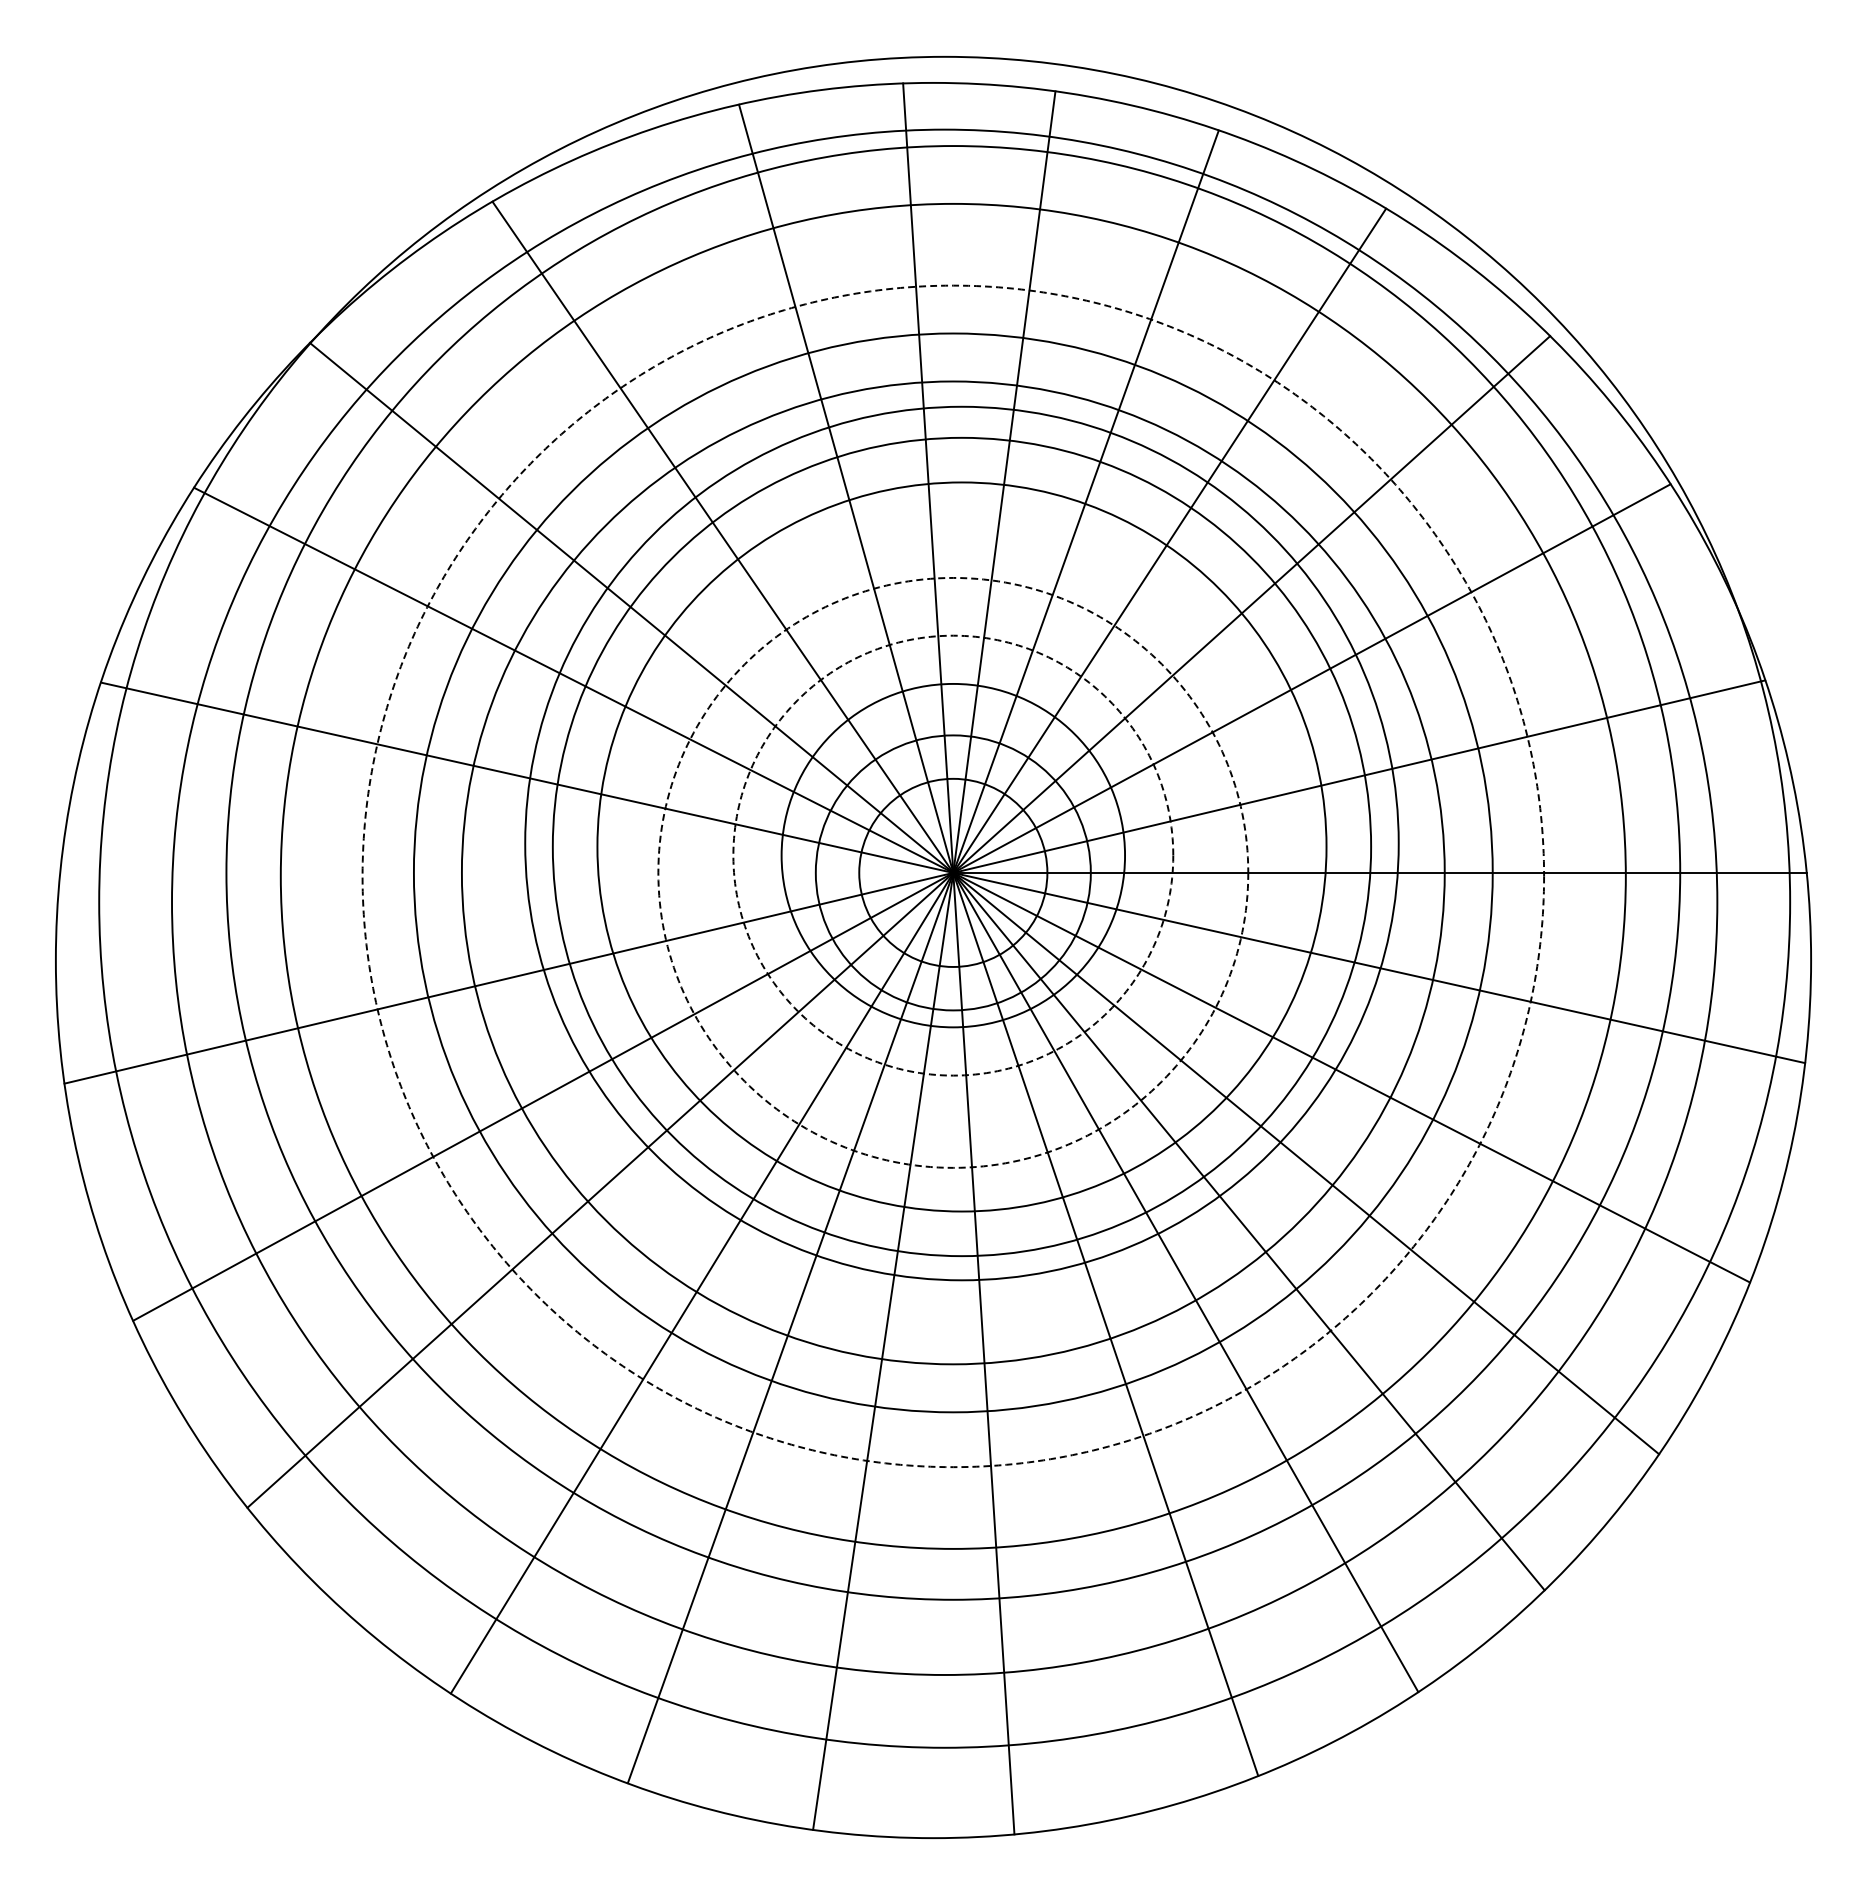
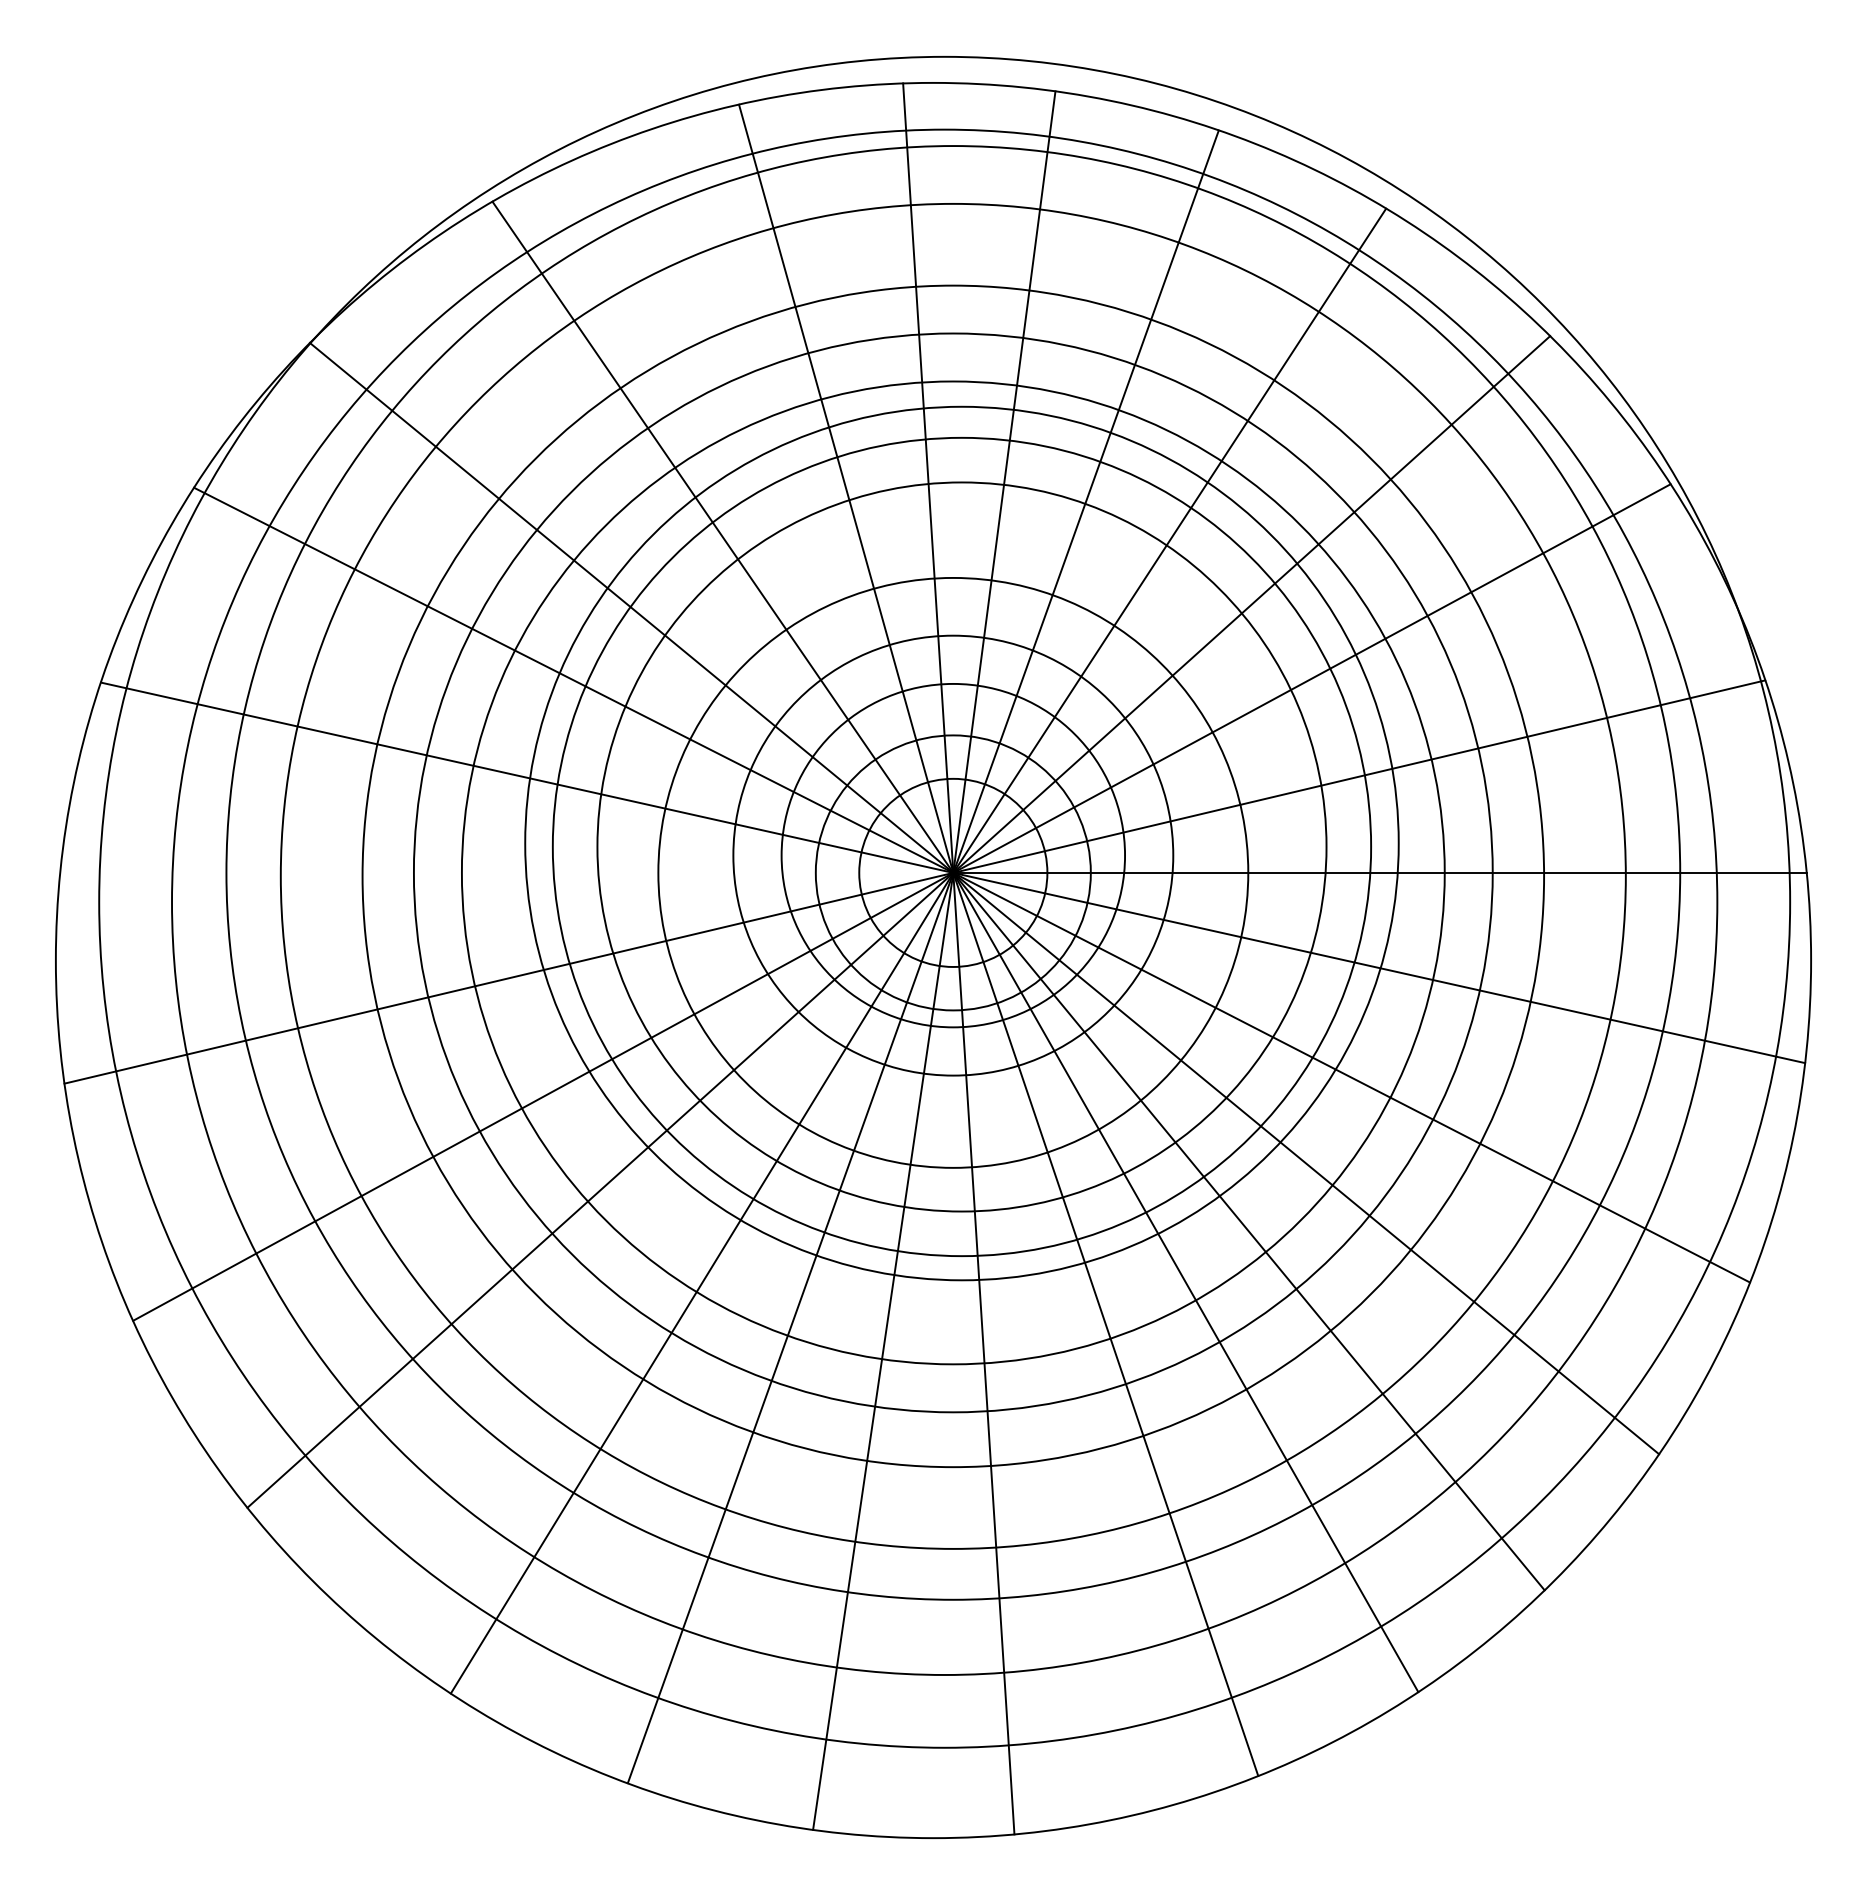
circle at (953, 855): dashed -> solid
circle at (953, 872): dashed -> solid
circle at (953, 876): dashed -> solid
